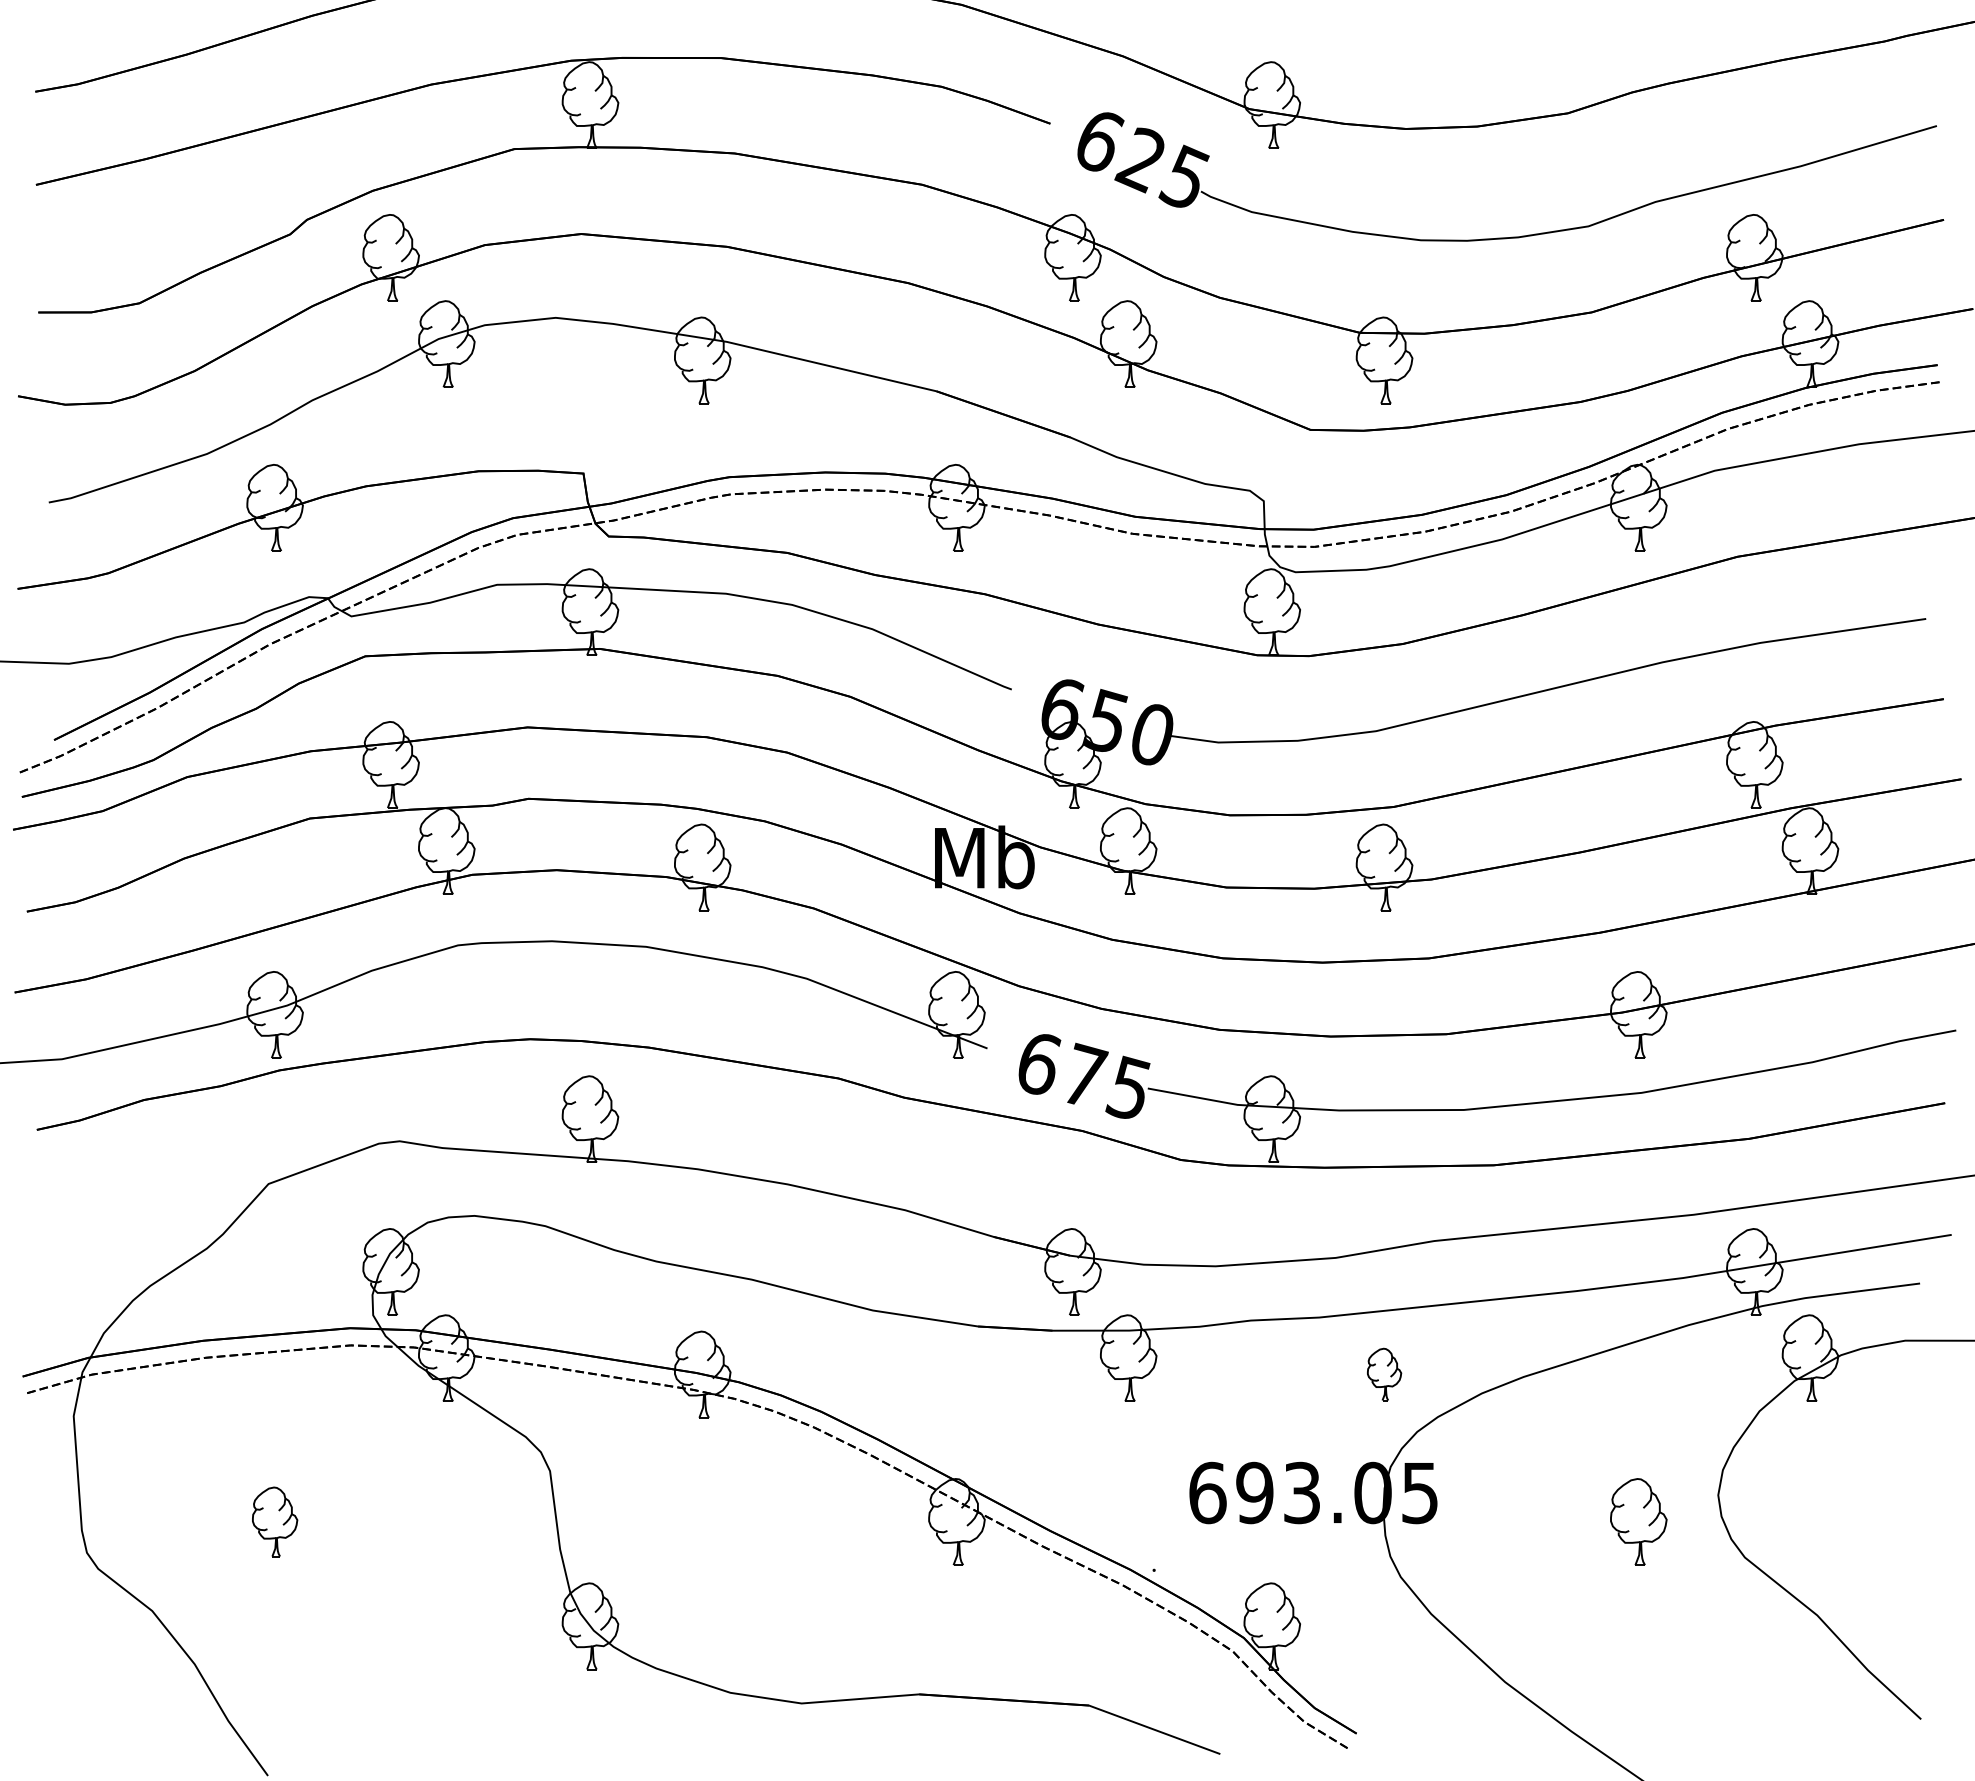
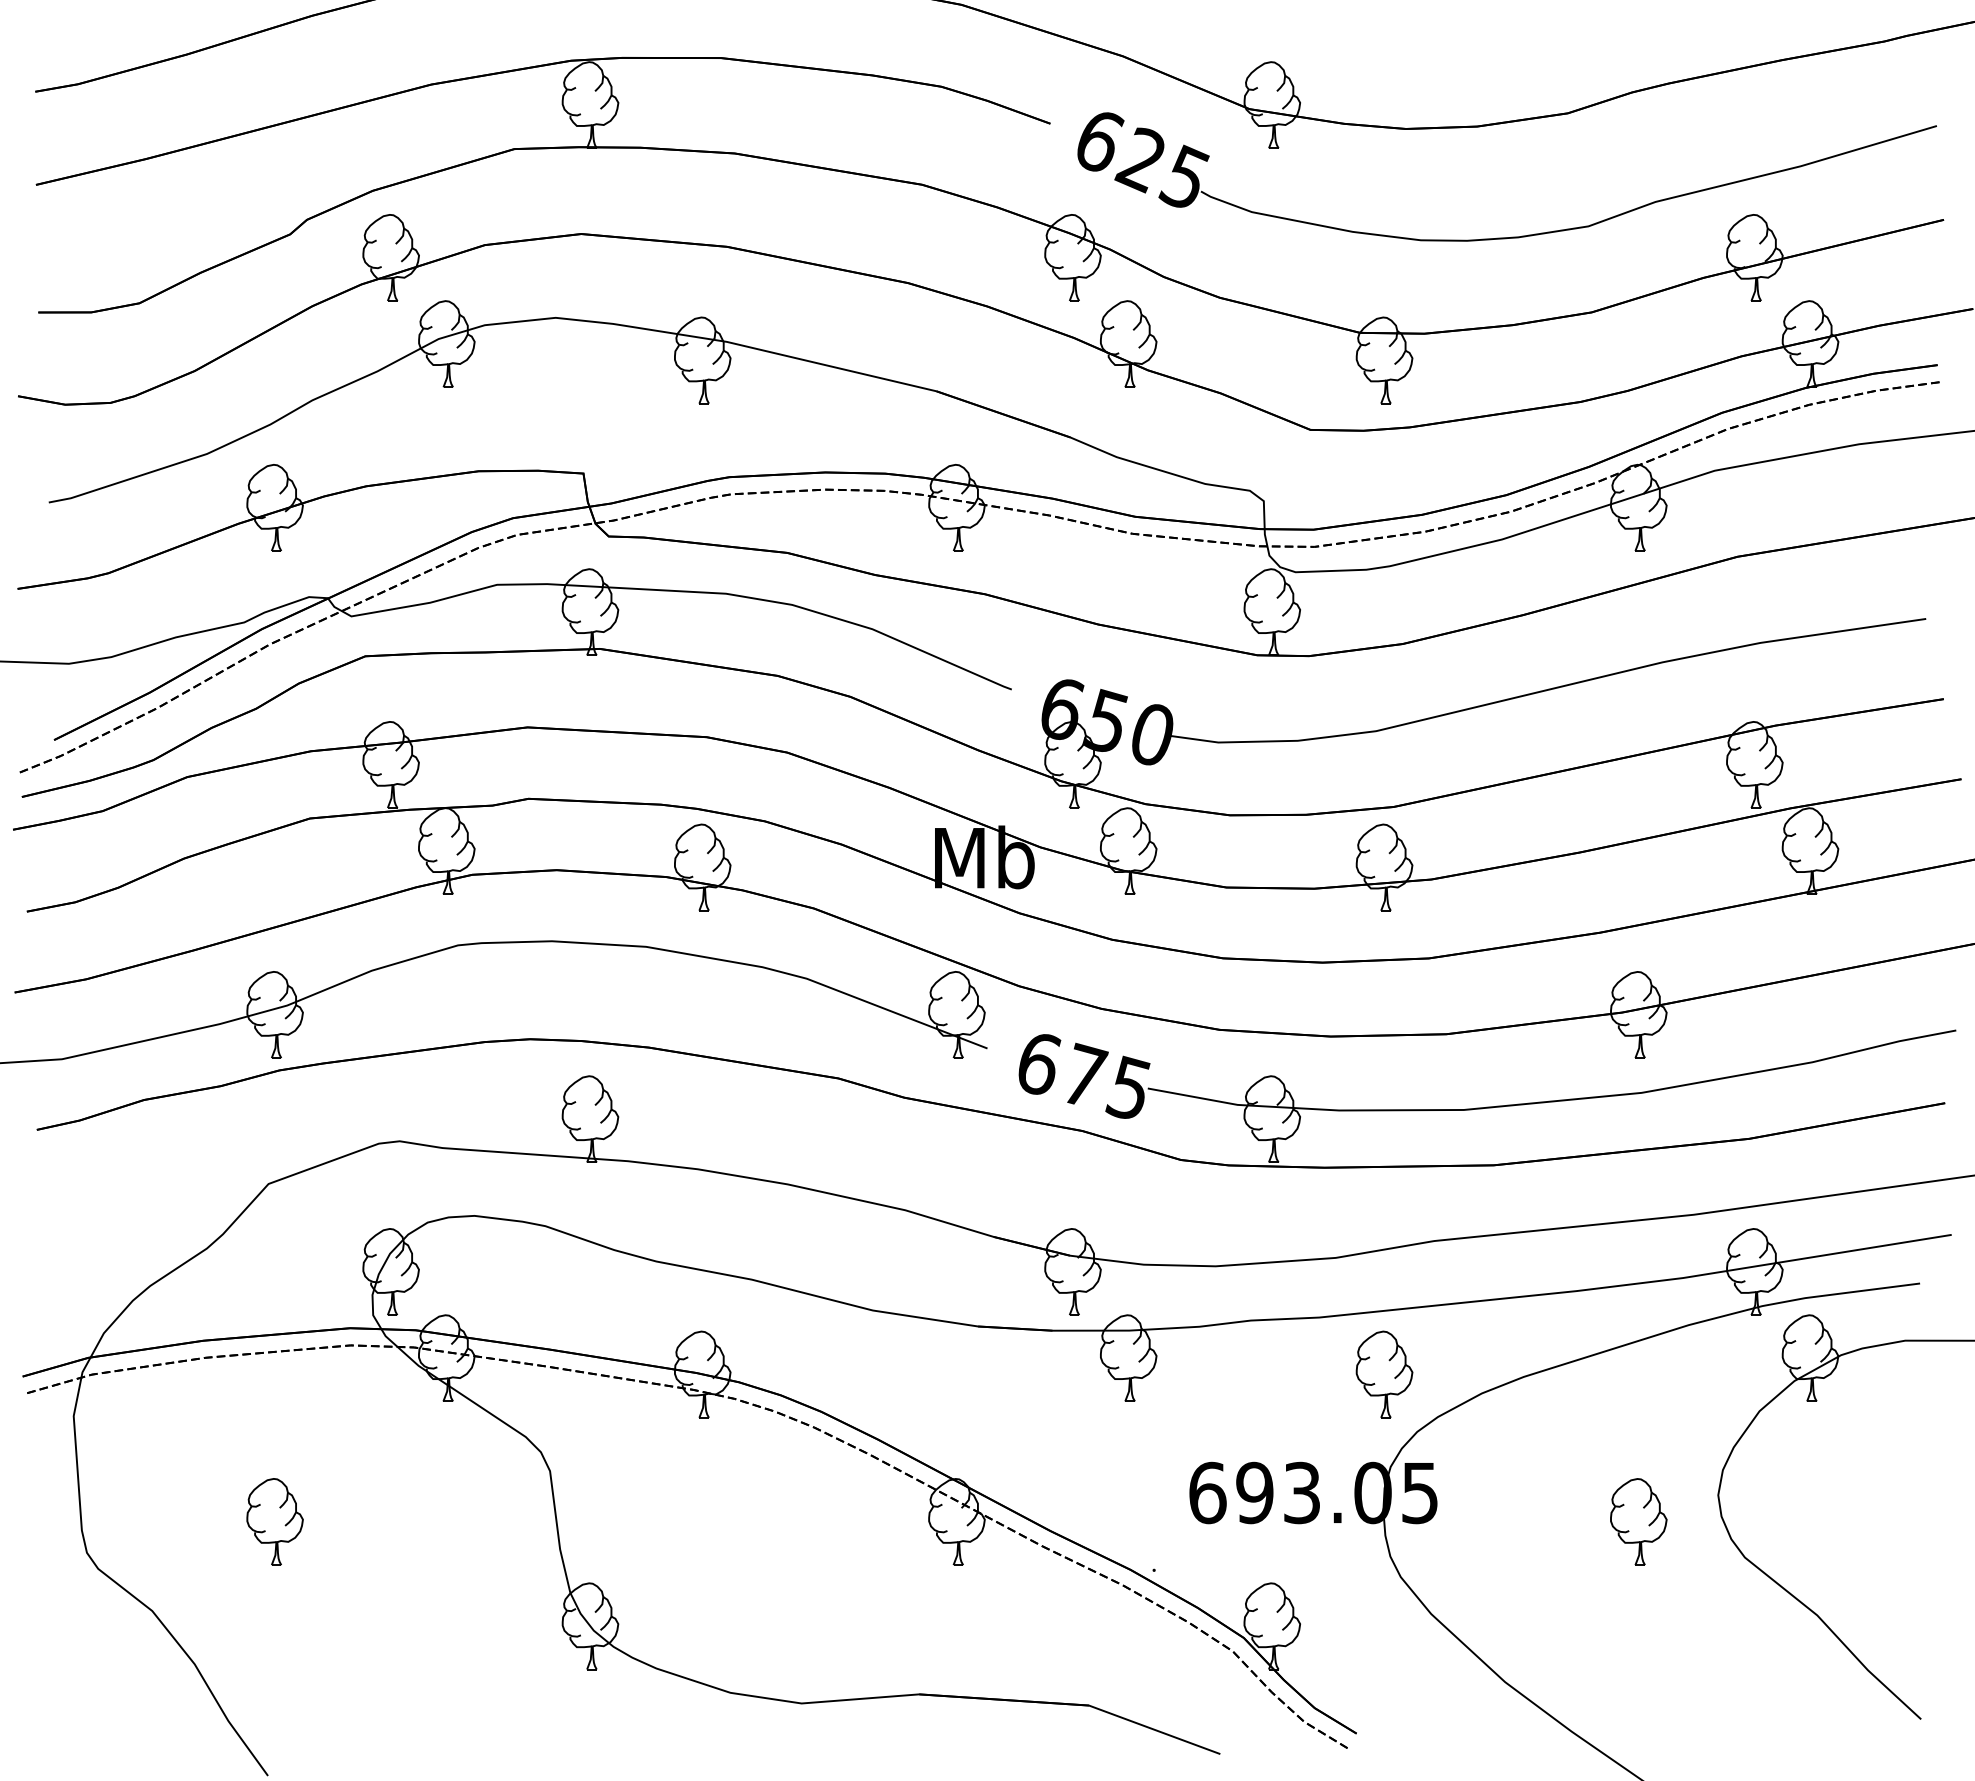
part at (1384, 1374) size: 36x55 px -> 59x89 px
part at (275, 1521) size: 47x72 px -> 58x88 px
